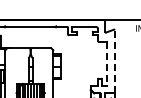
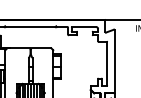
line at (114, 60): dashed -> solid
line at (107, 63): dashed -> solid
